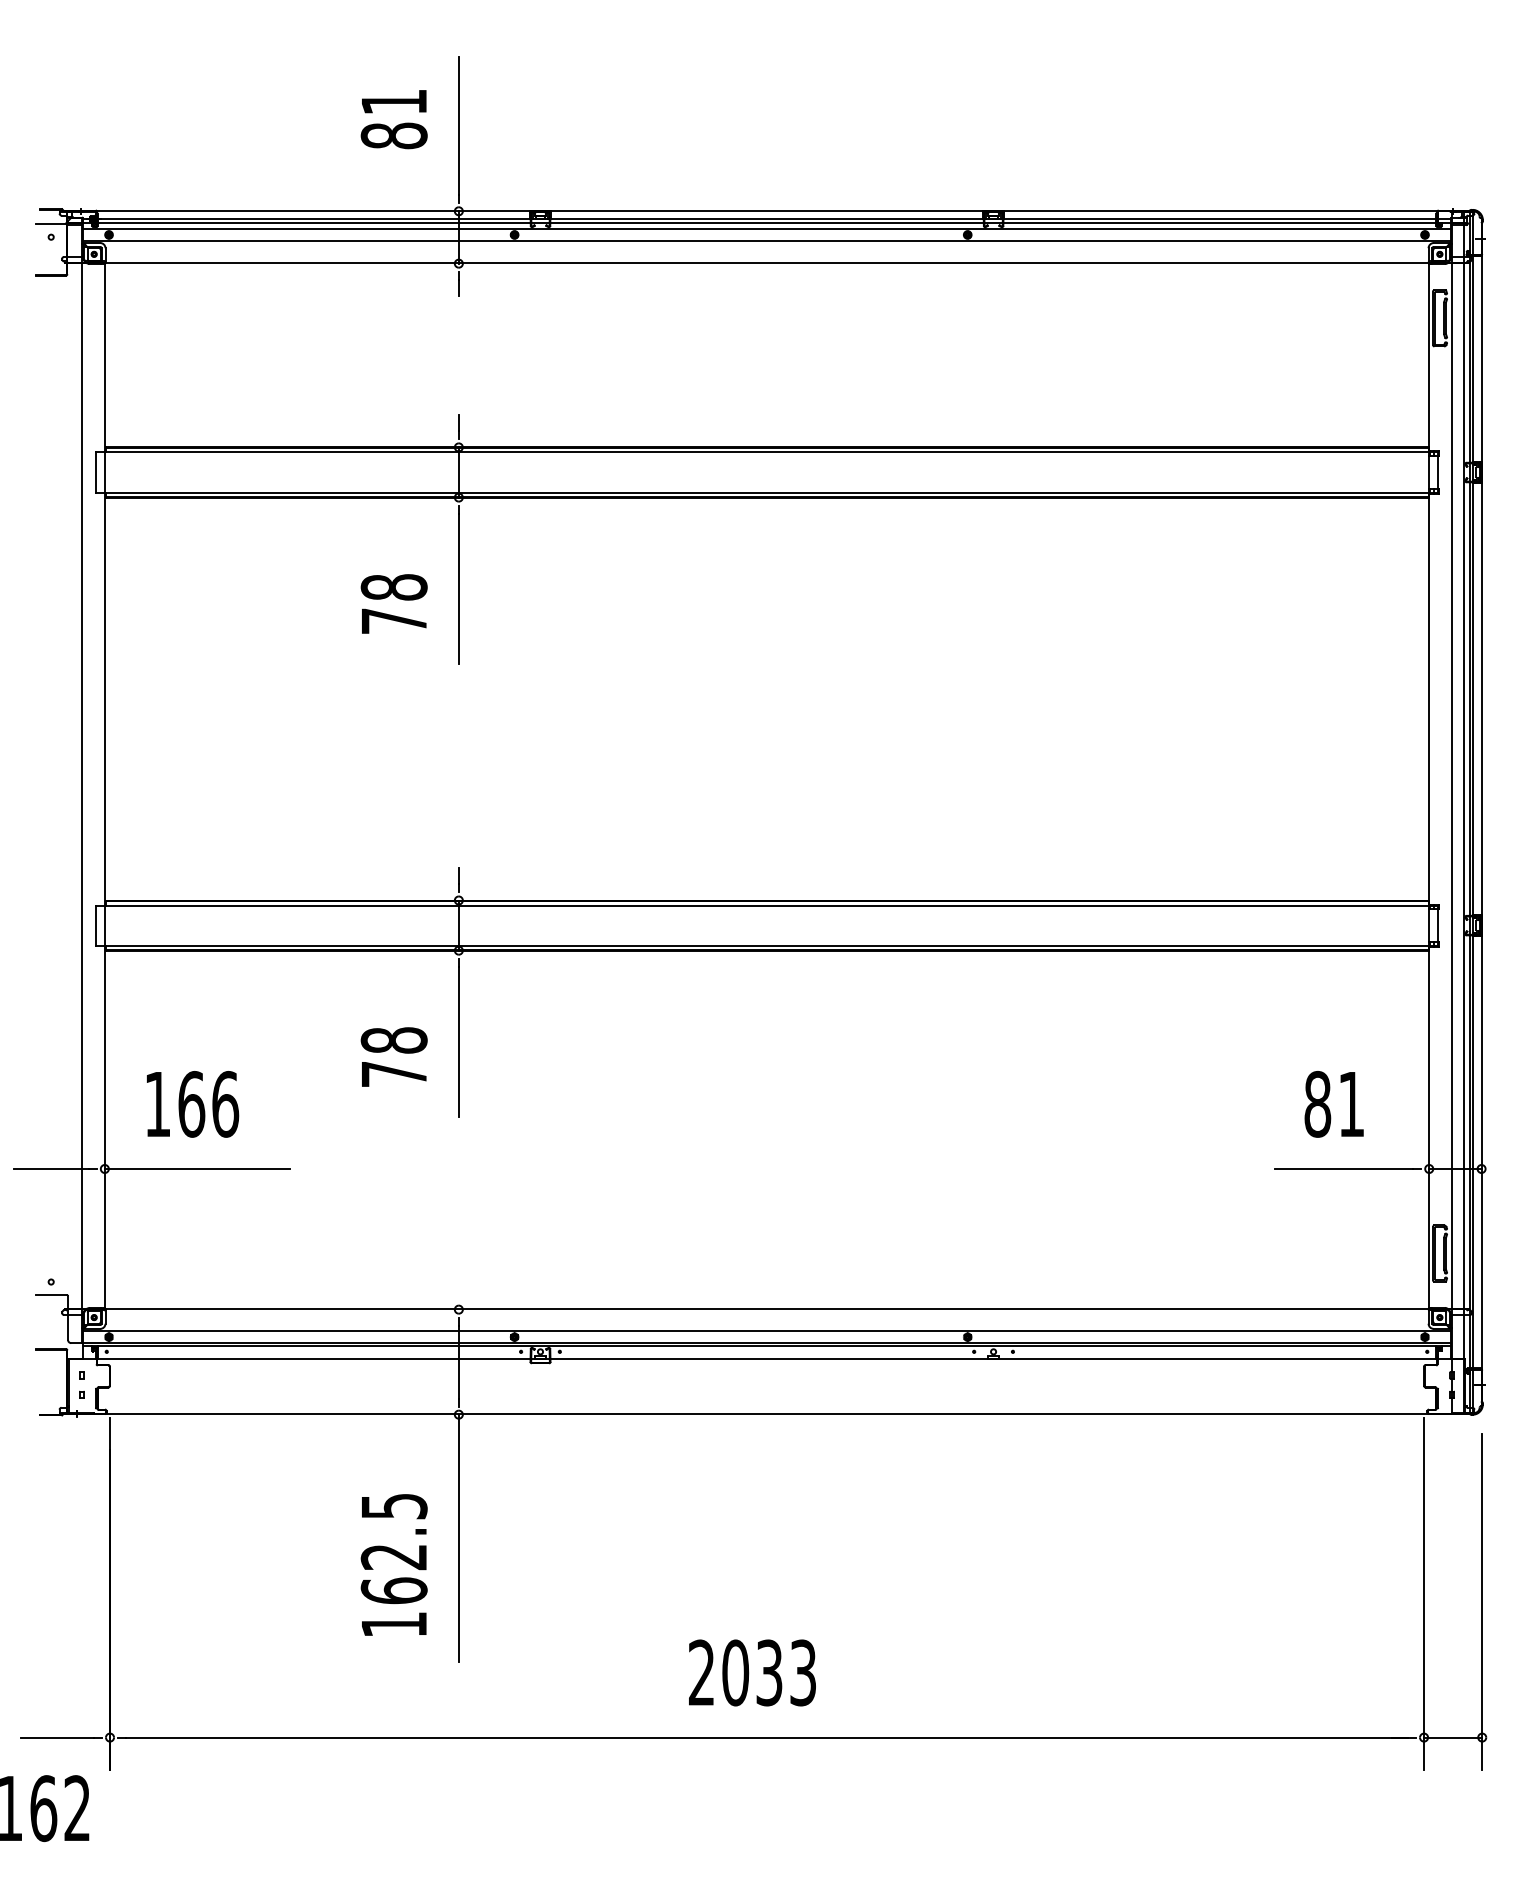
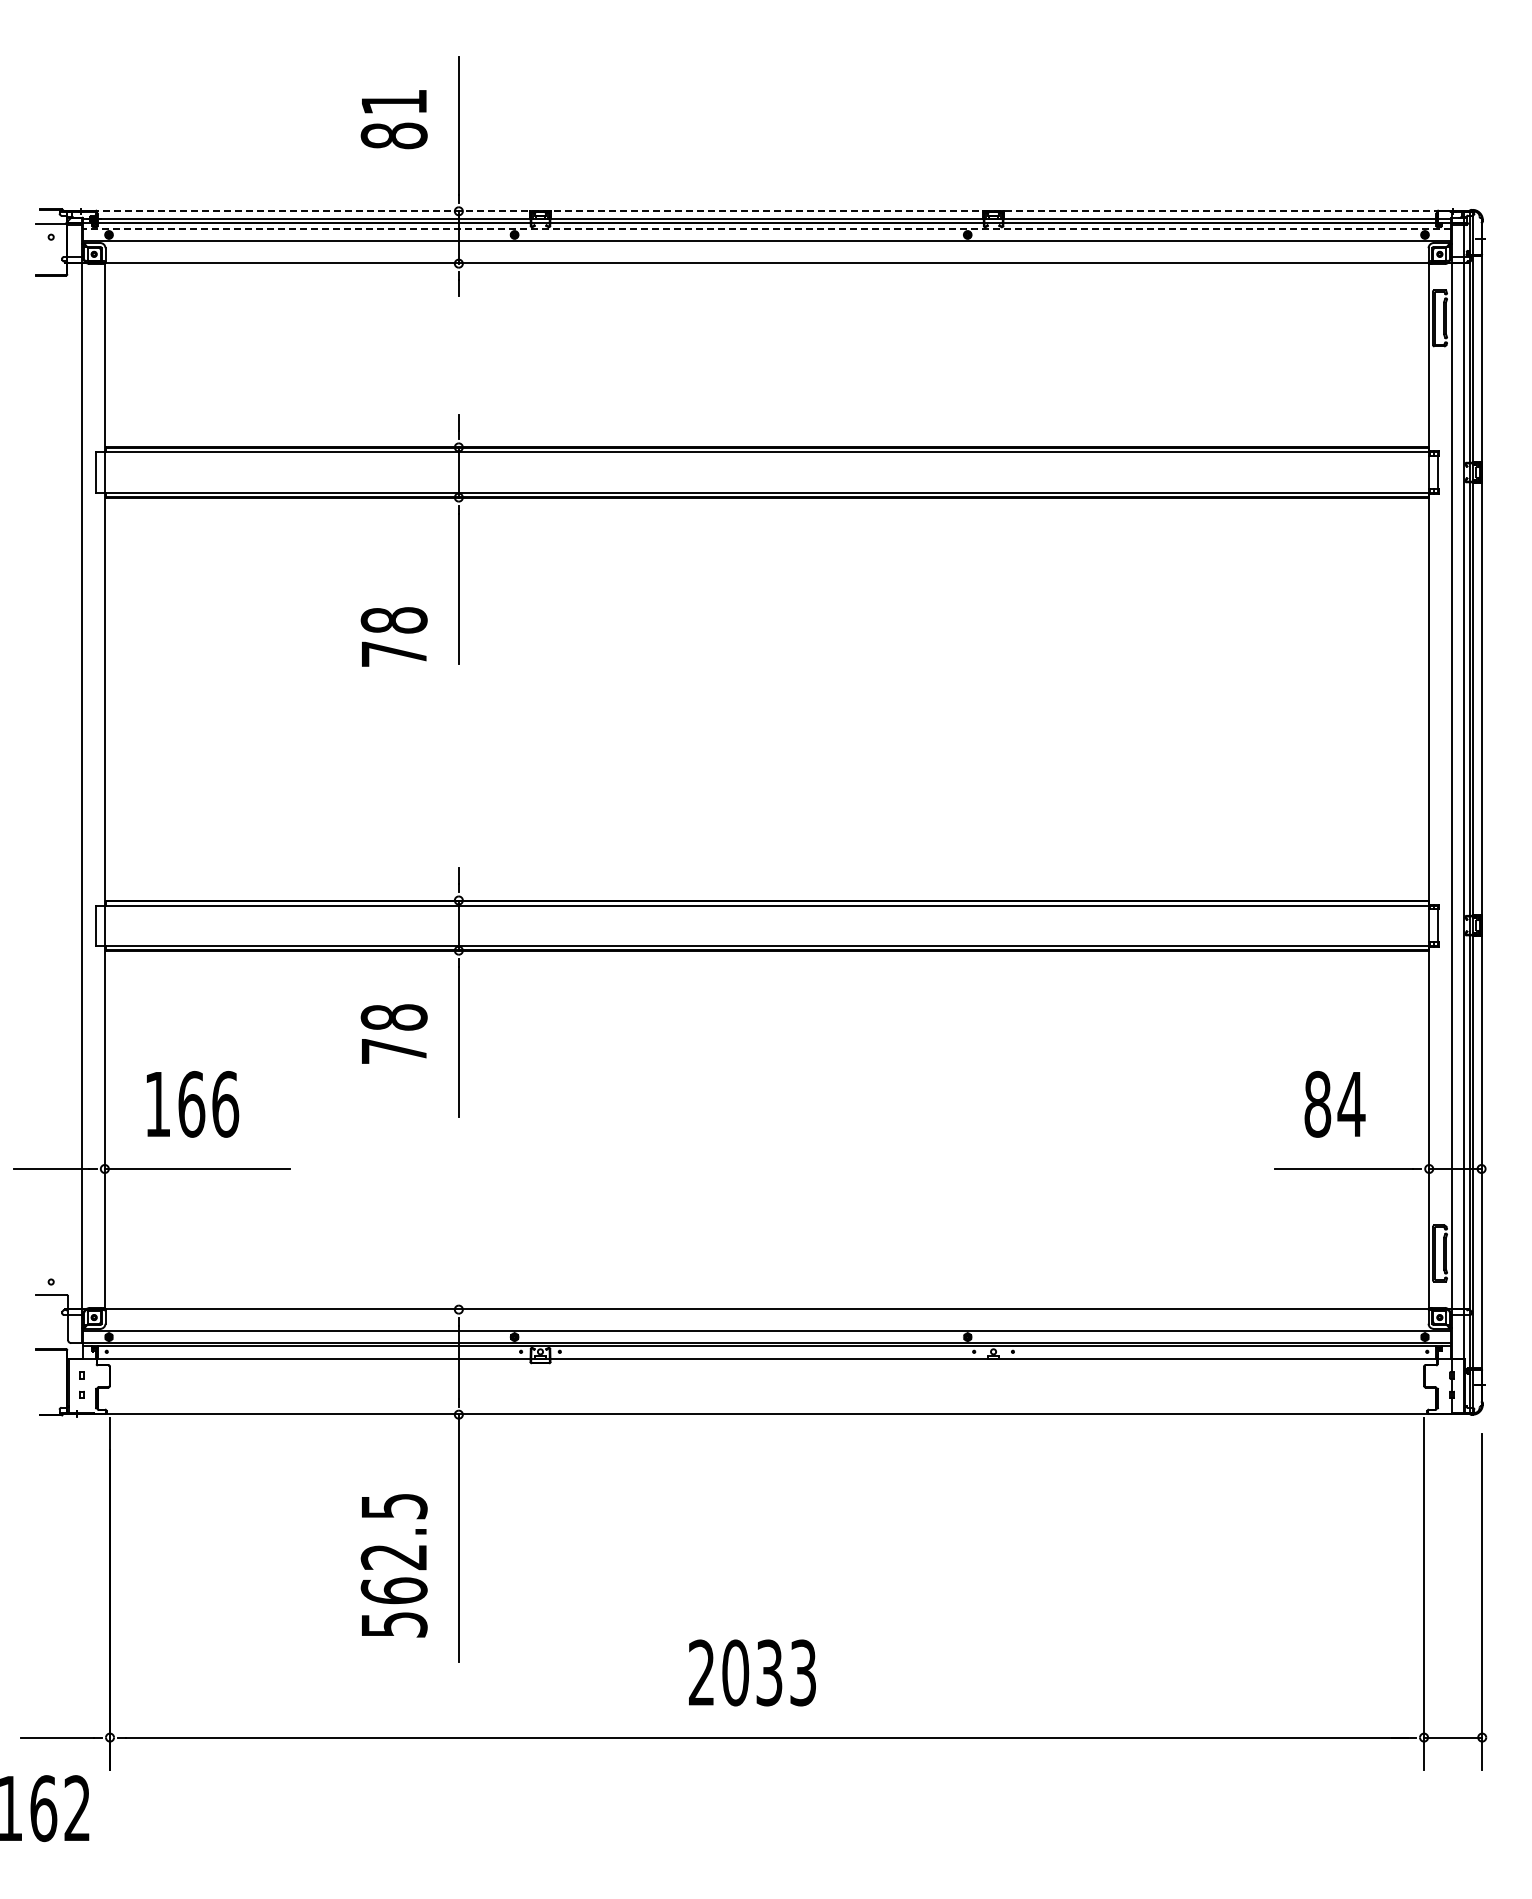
line at (766, 211): solid -> dashed
line at (766, 228): solid -> dashed
text at (393, 603) position: (393, 603) -> (393, 636)
text at (393, 1056) position: (393, 1056) -> (393, 1033)
text at (1351, 1104): 81 -> 84
text at (394, 1624): 162.5 -> 562.5
